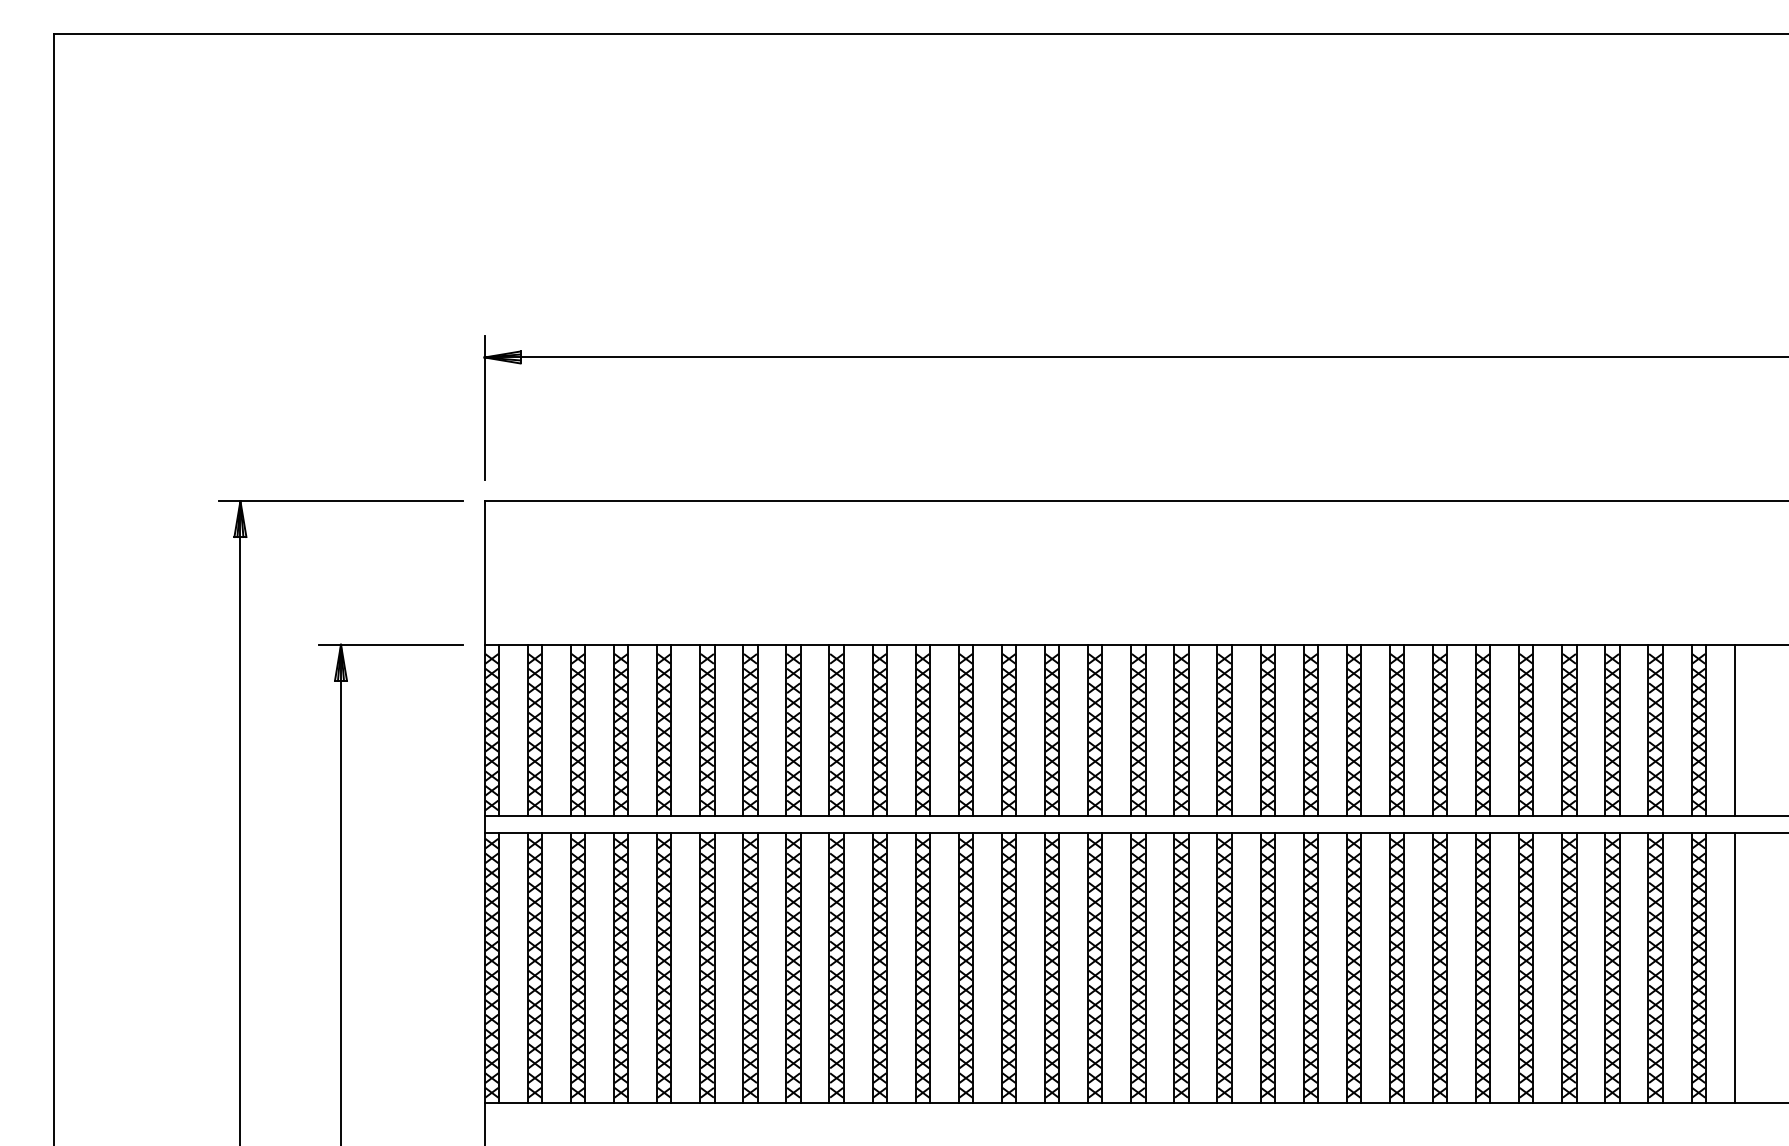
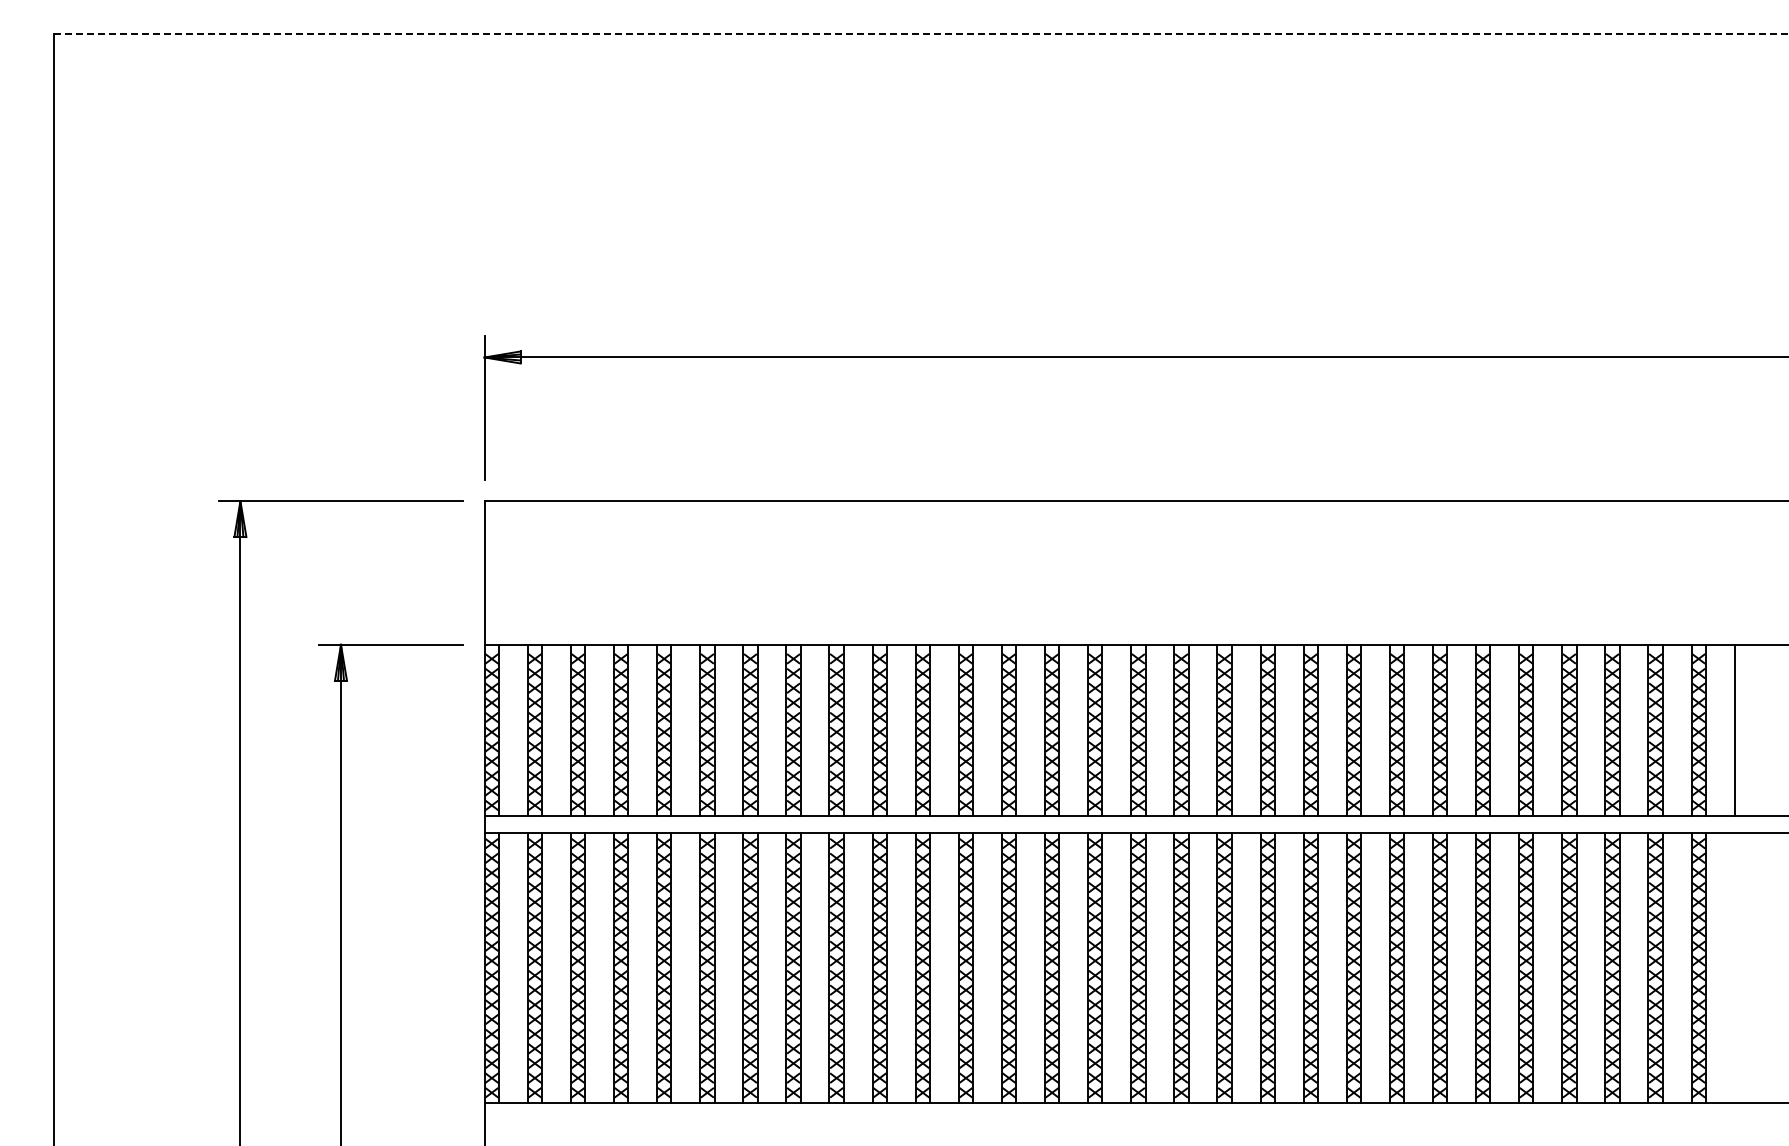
line at (921, 34): solid -> dashed
line at (1734, 968): present -> none
